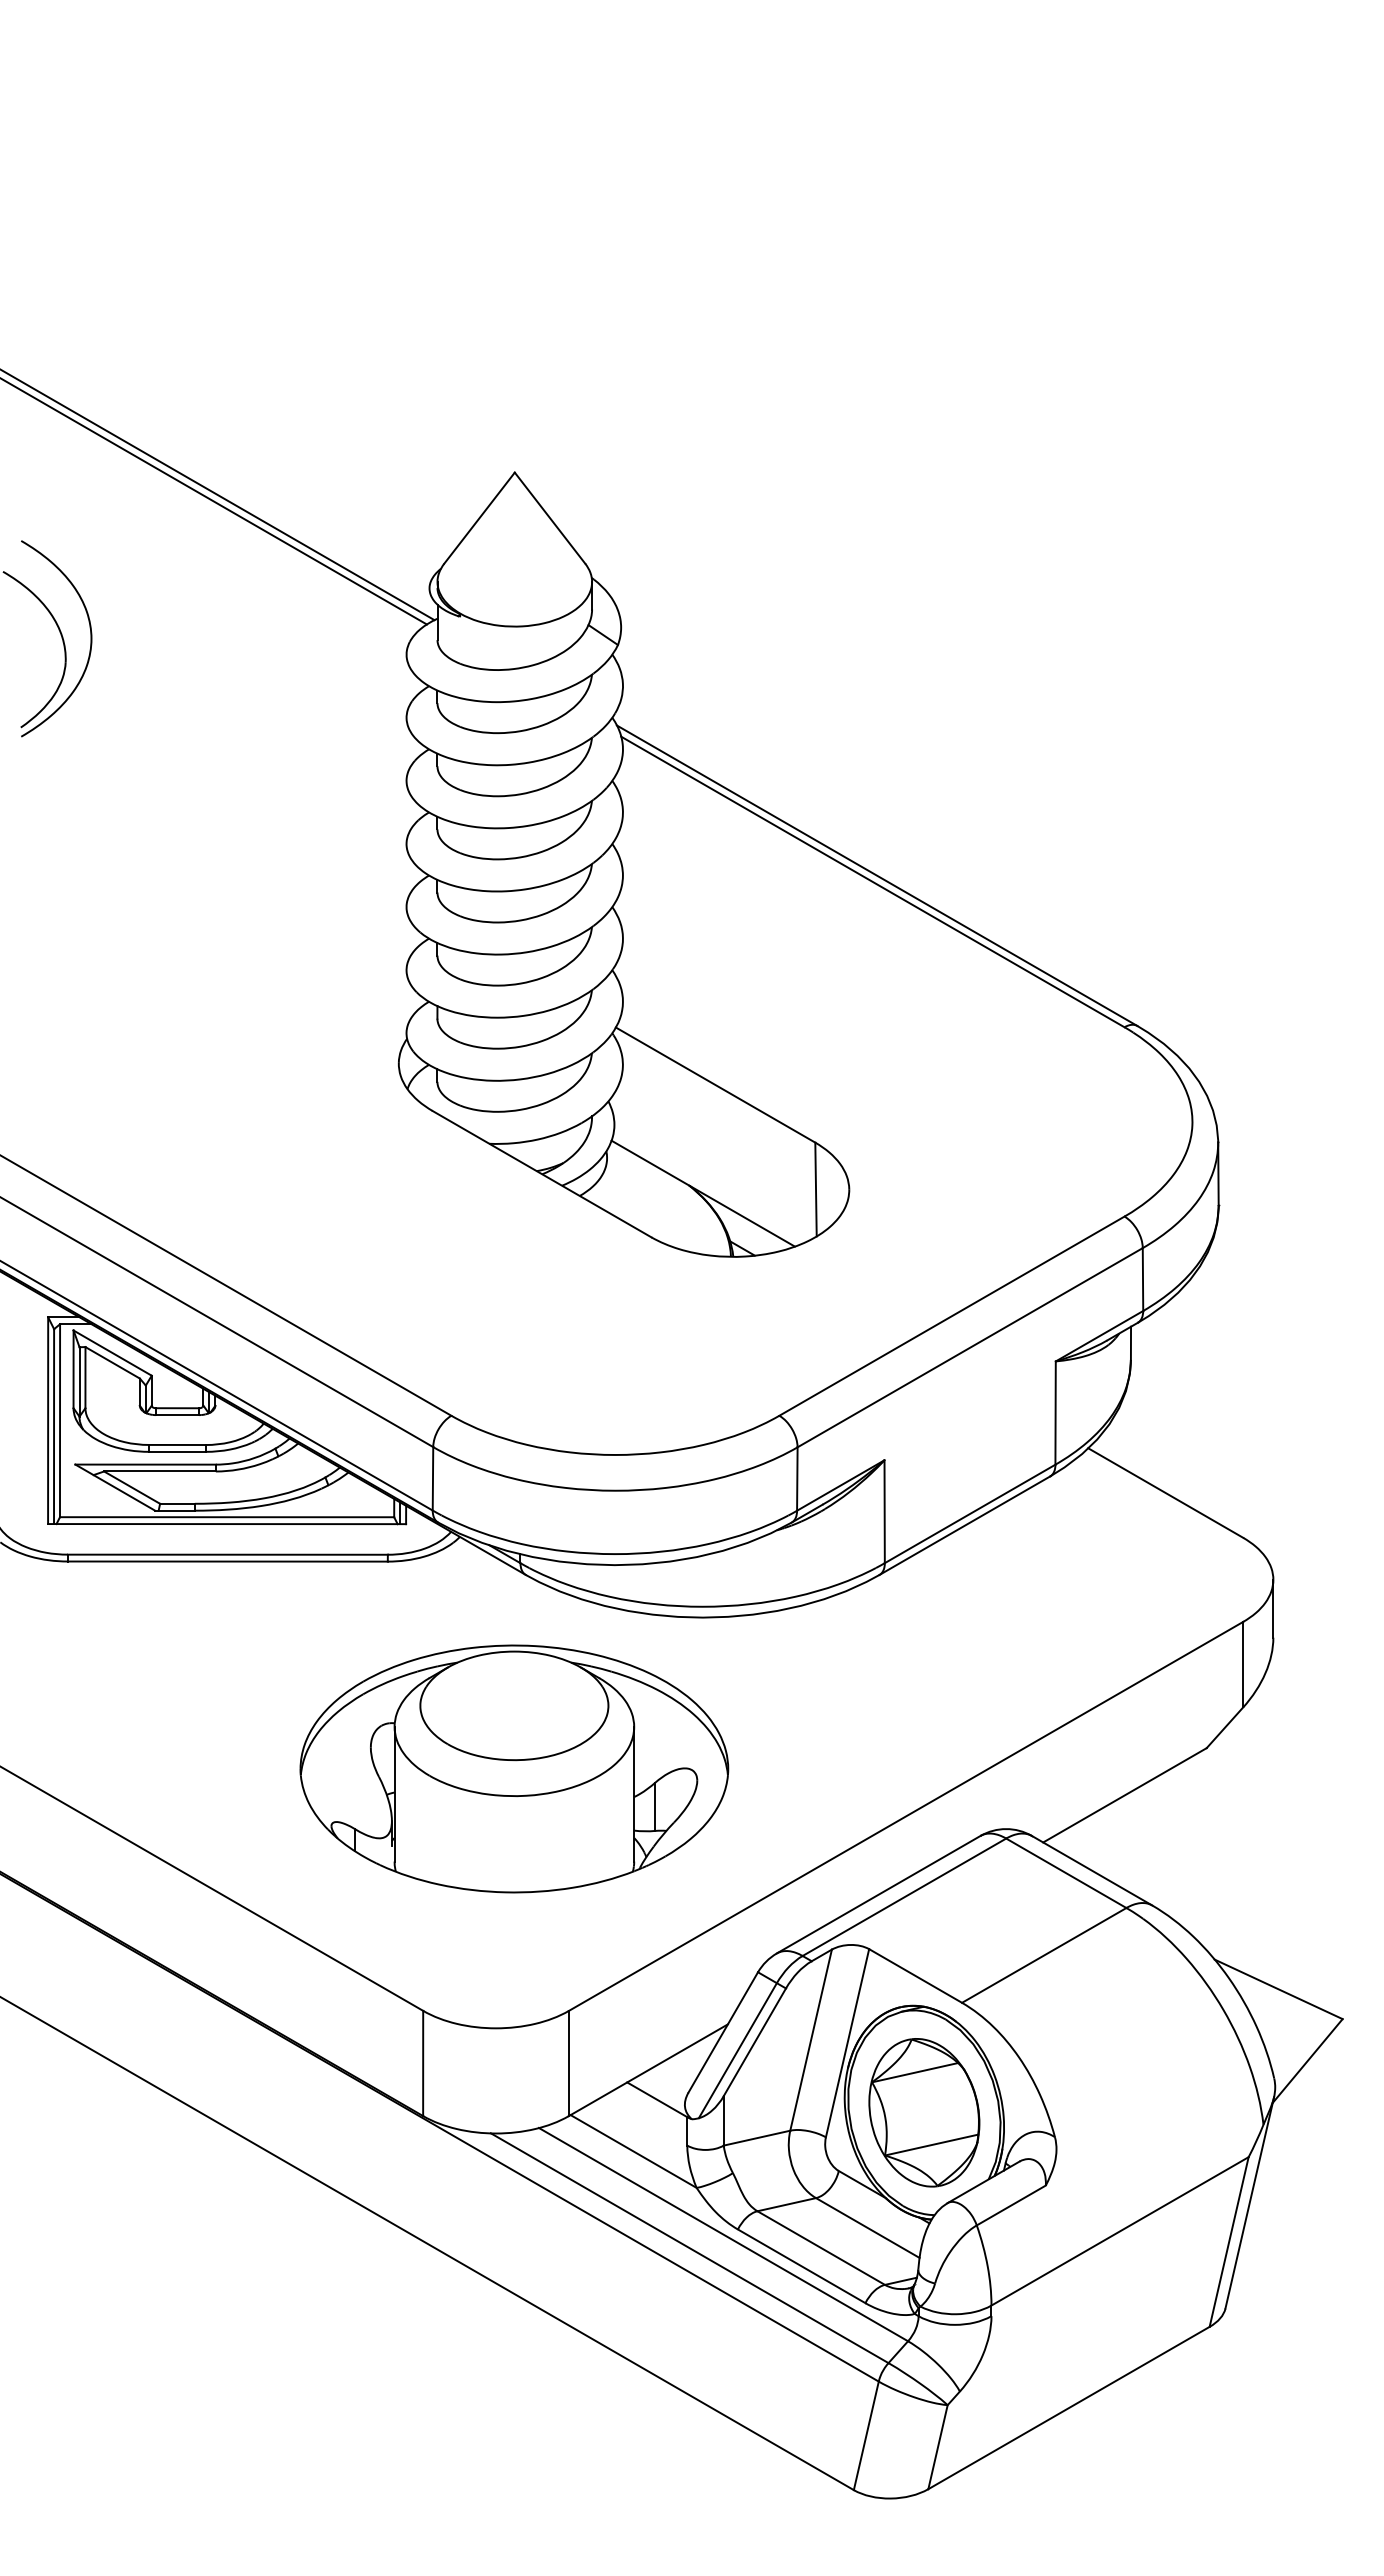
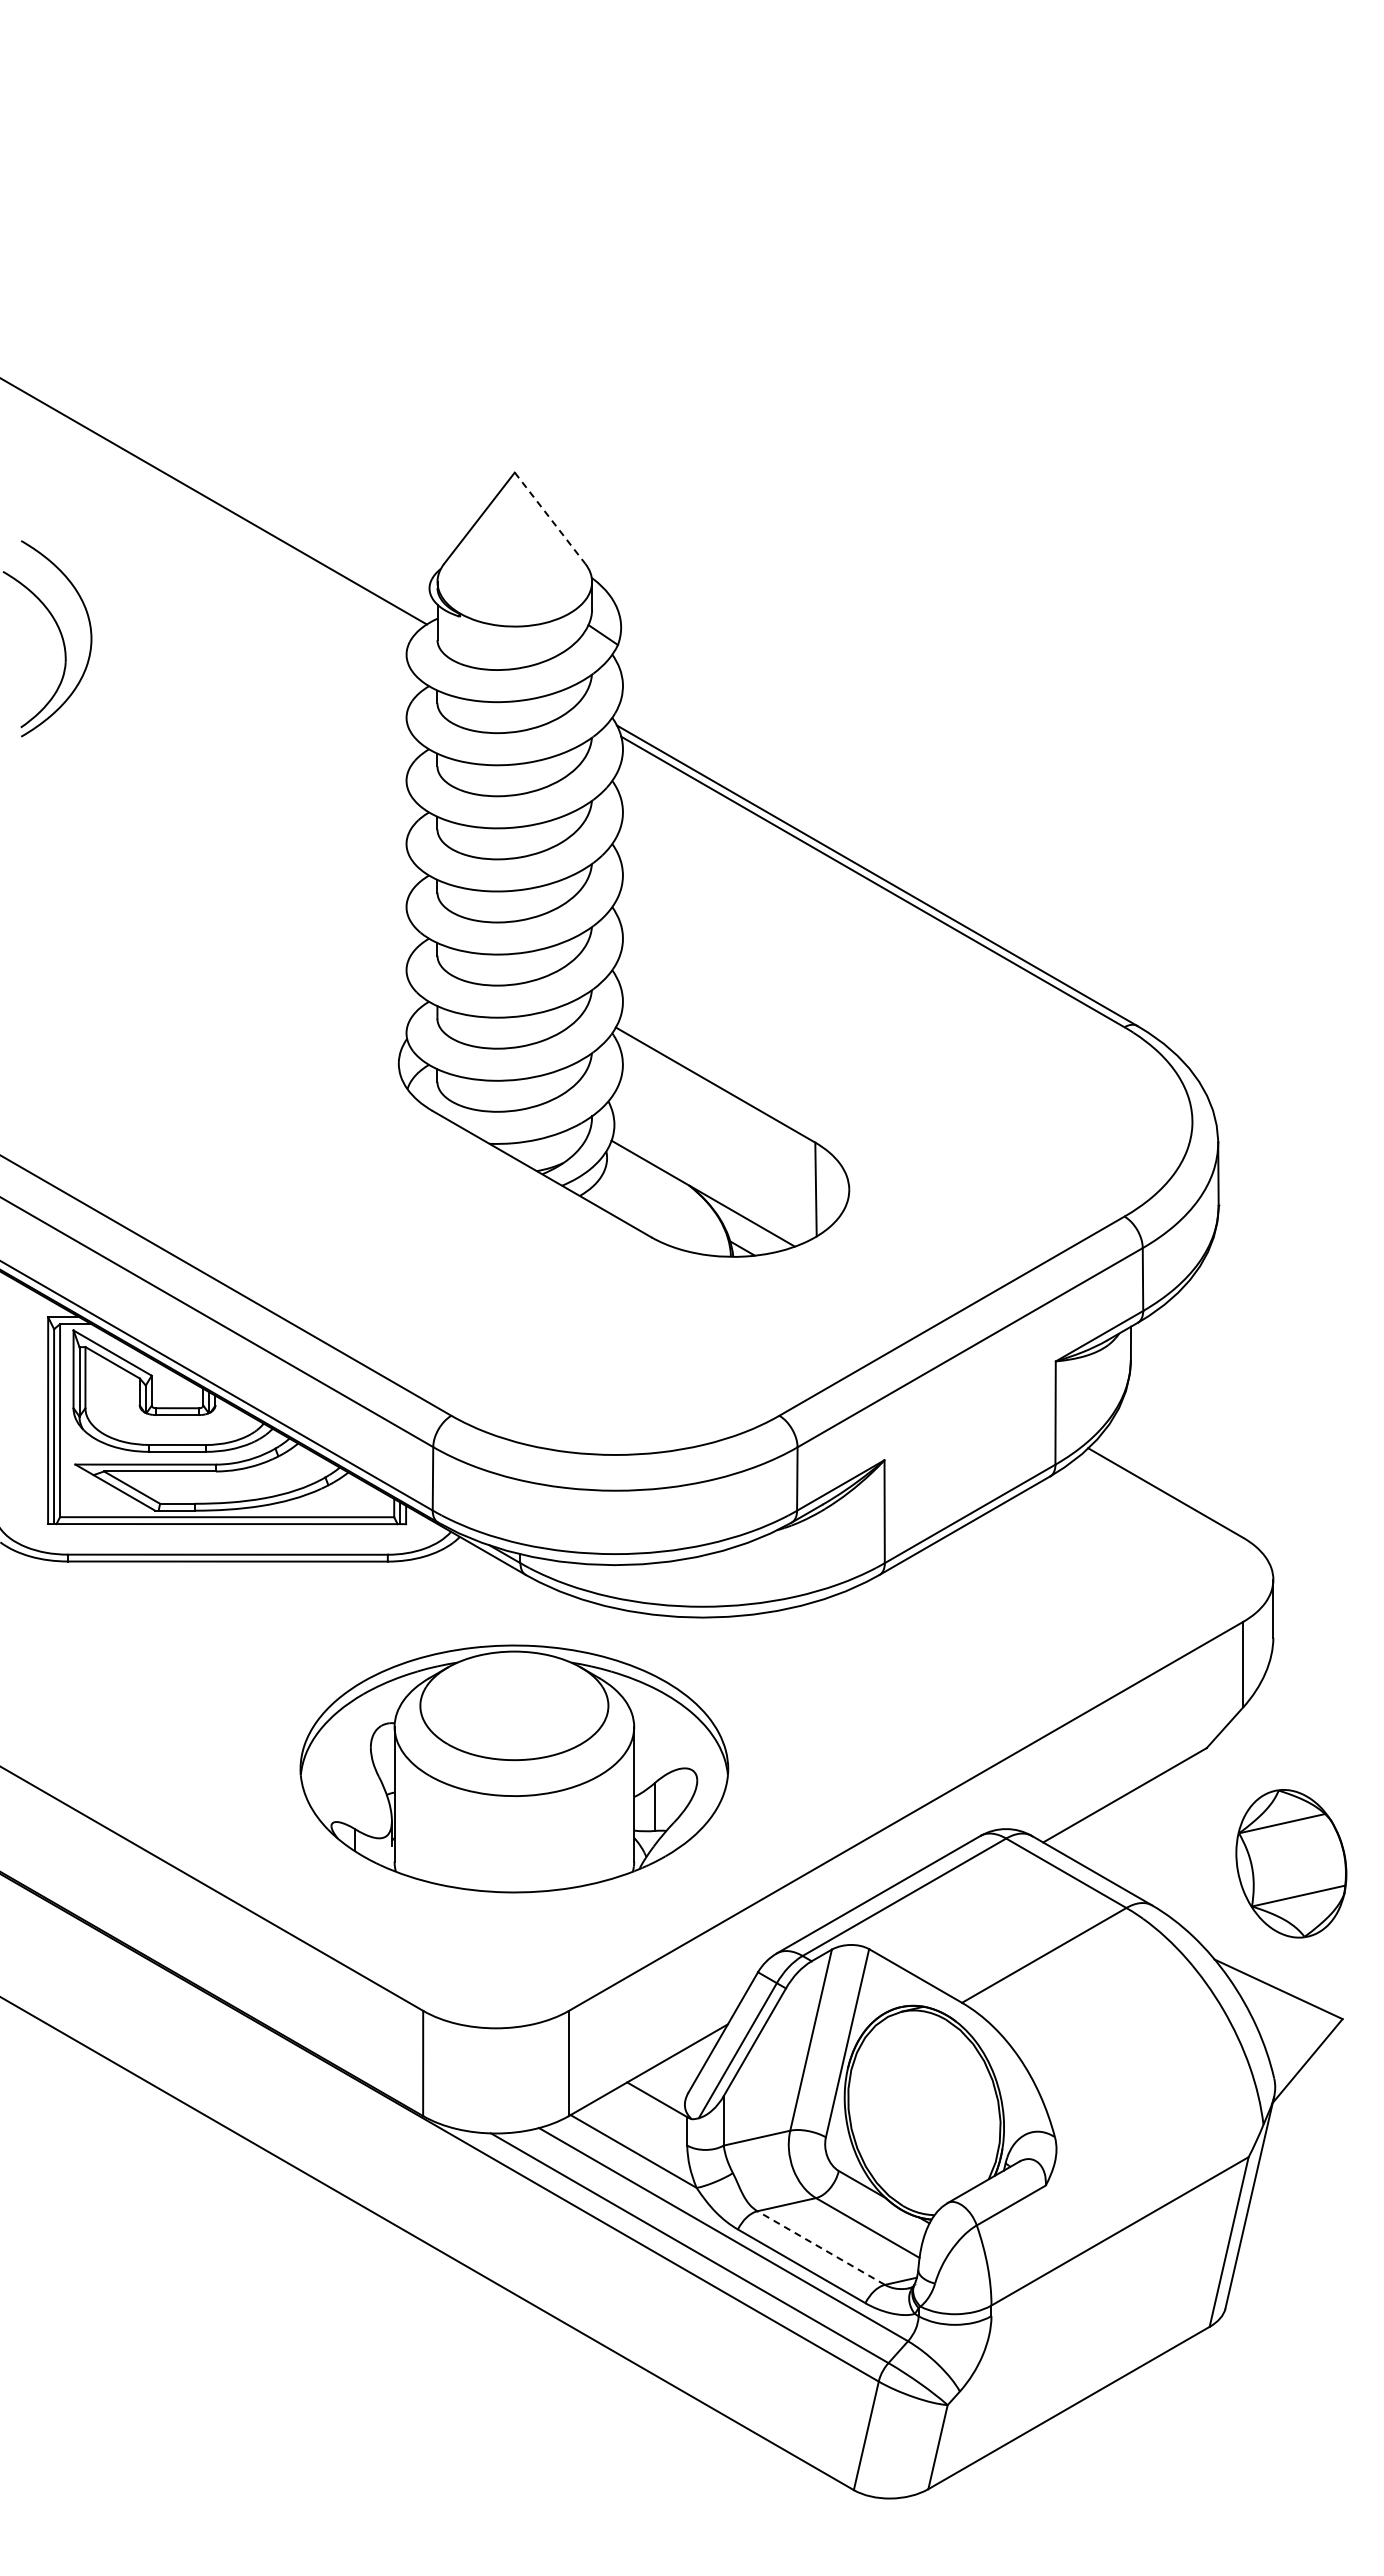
line at (218, 495): present -> none
line at (550, 518): solid -> dashed
part at (924, 2112) position: (924, 2112) -> (1291, 1863)
line at (821, 2248): solid -> dashed
